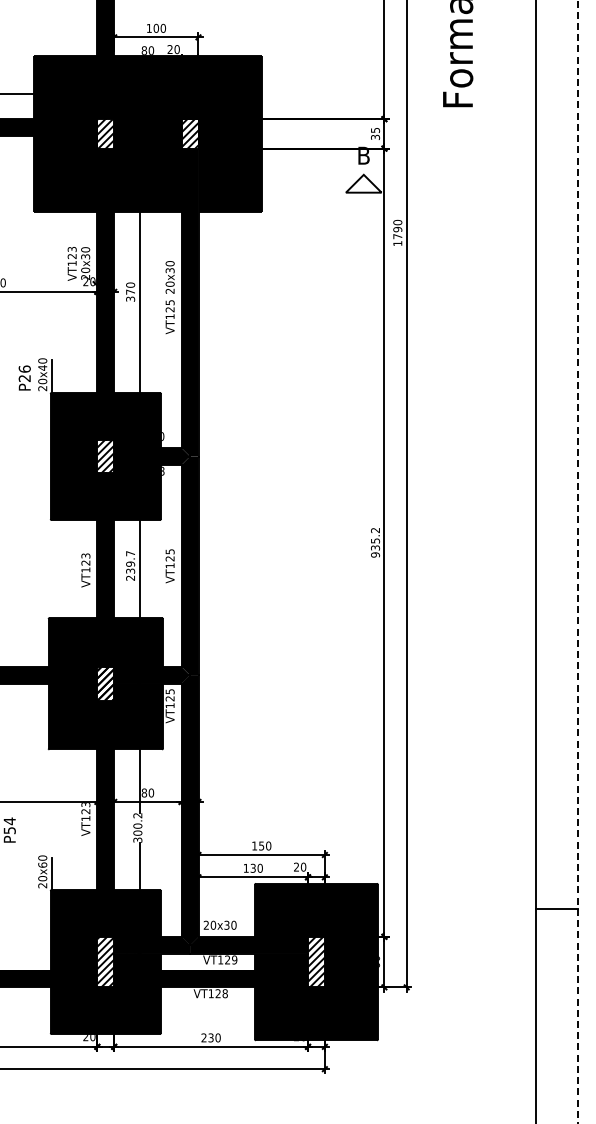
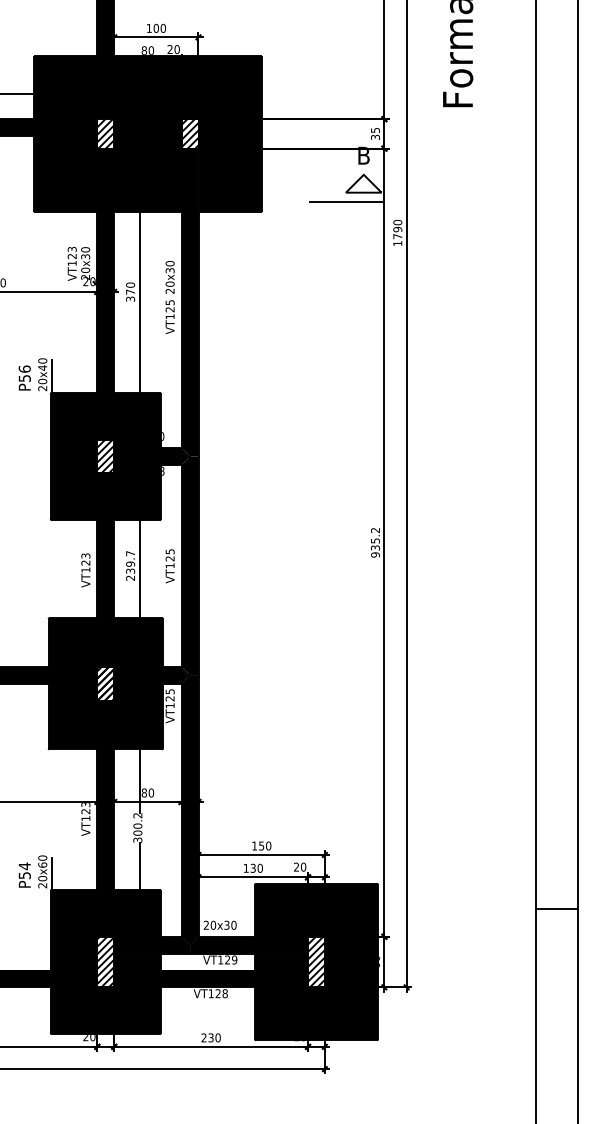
line at (345, 201): none -> present
text at (24, 378): P26 -> P56
line at (578, 561): dashed -> solid
text at (9, 829) position: (9, 829) -> (24, 874)
